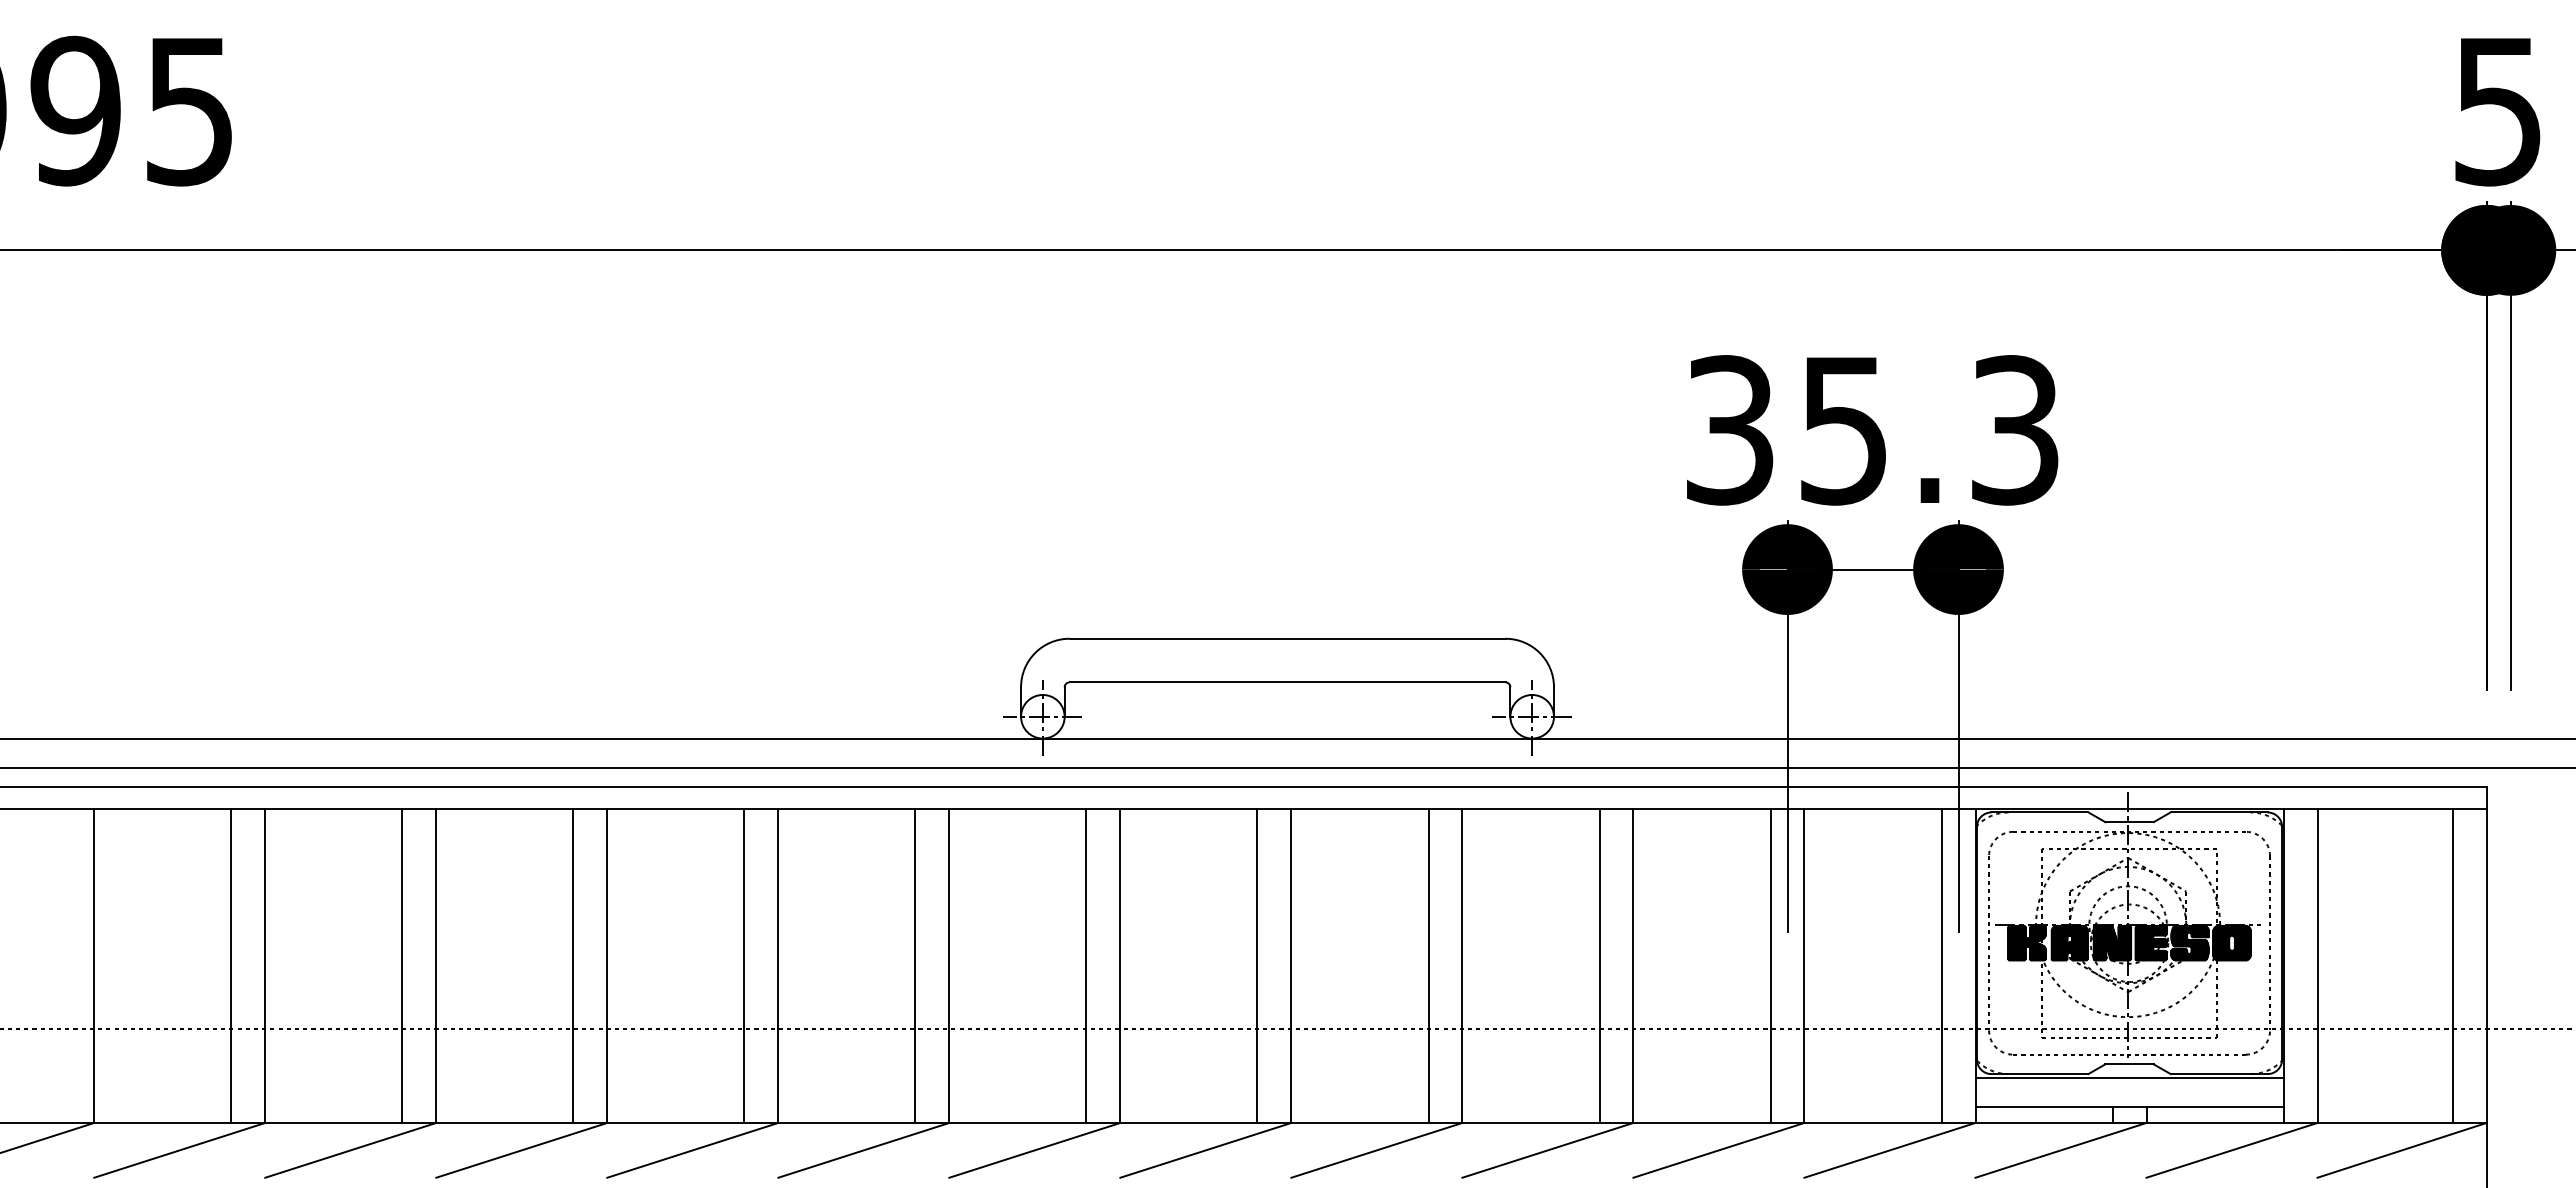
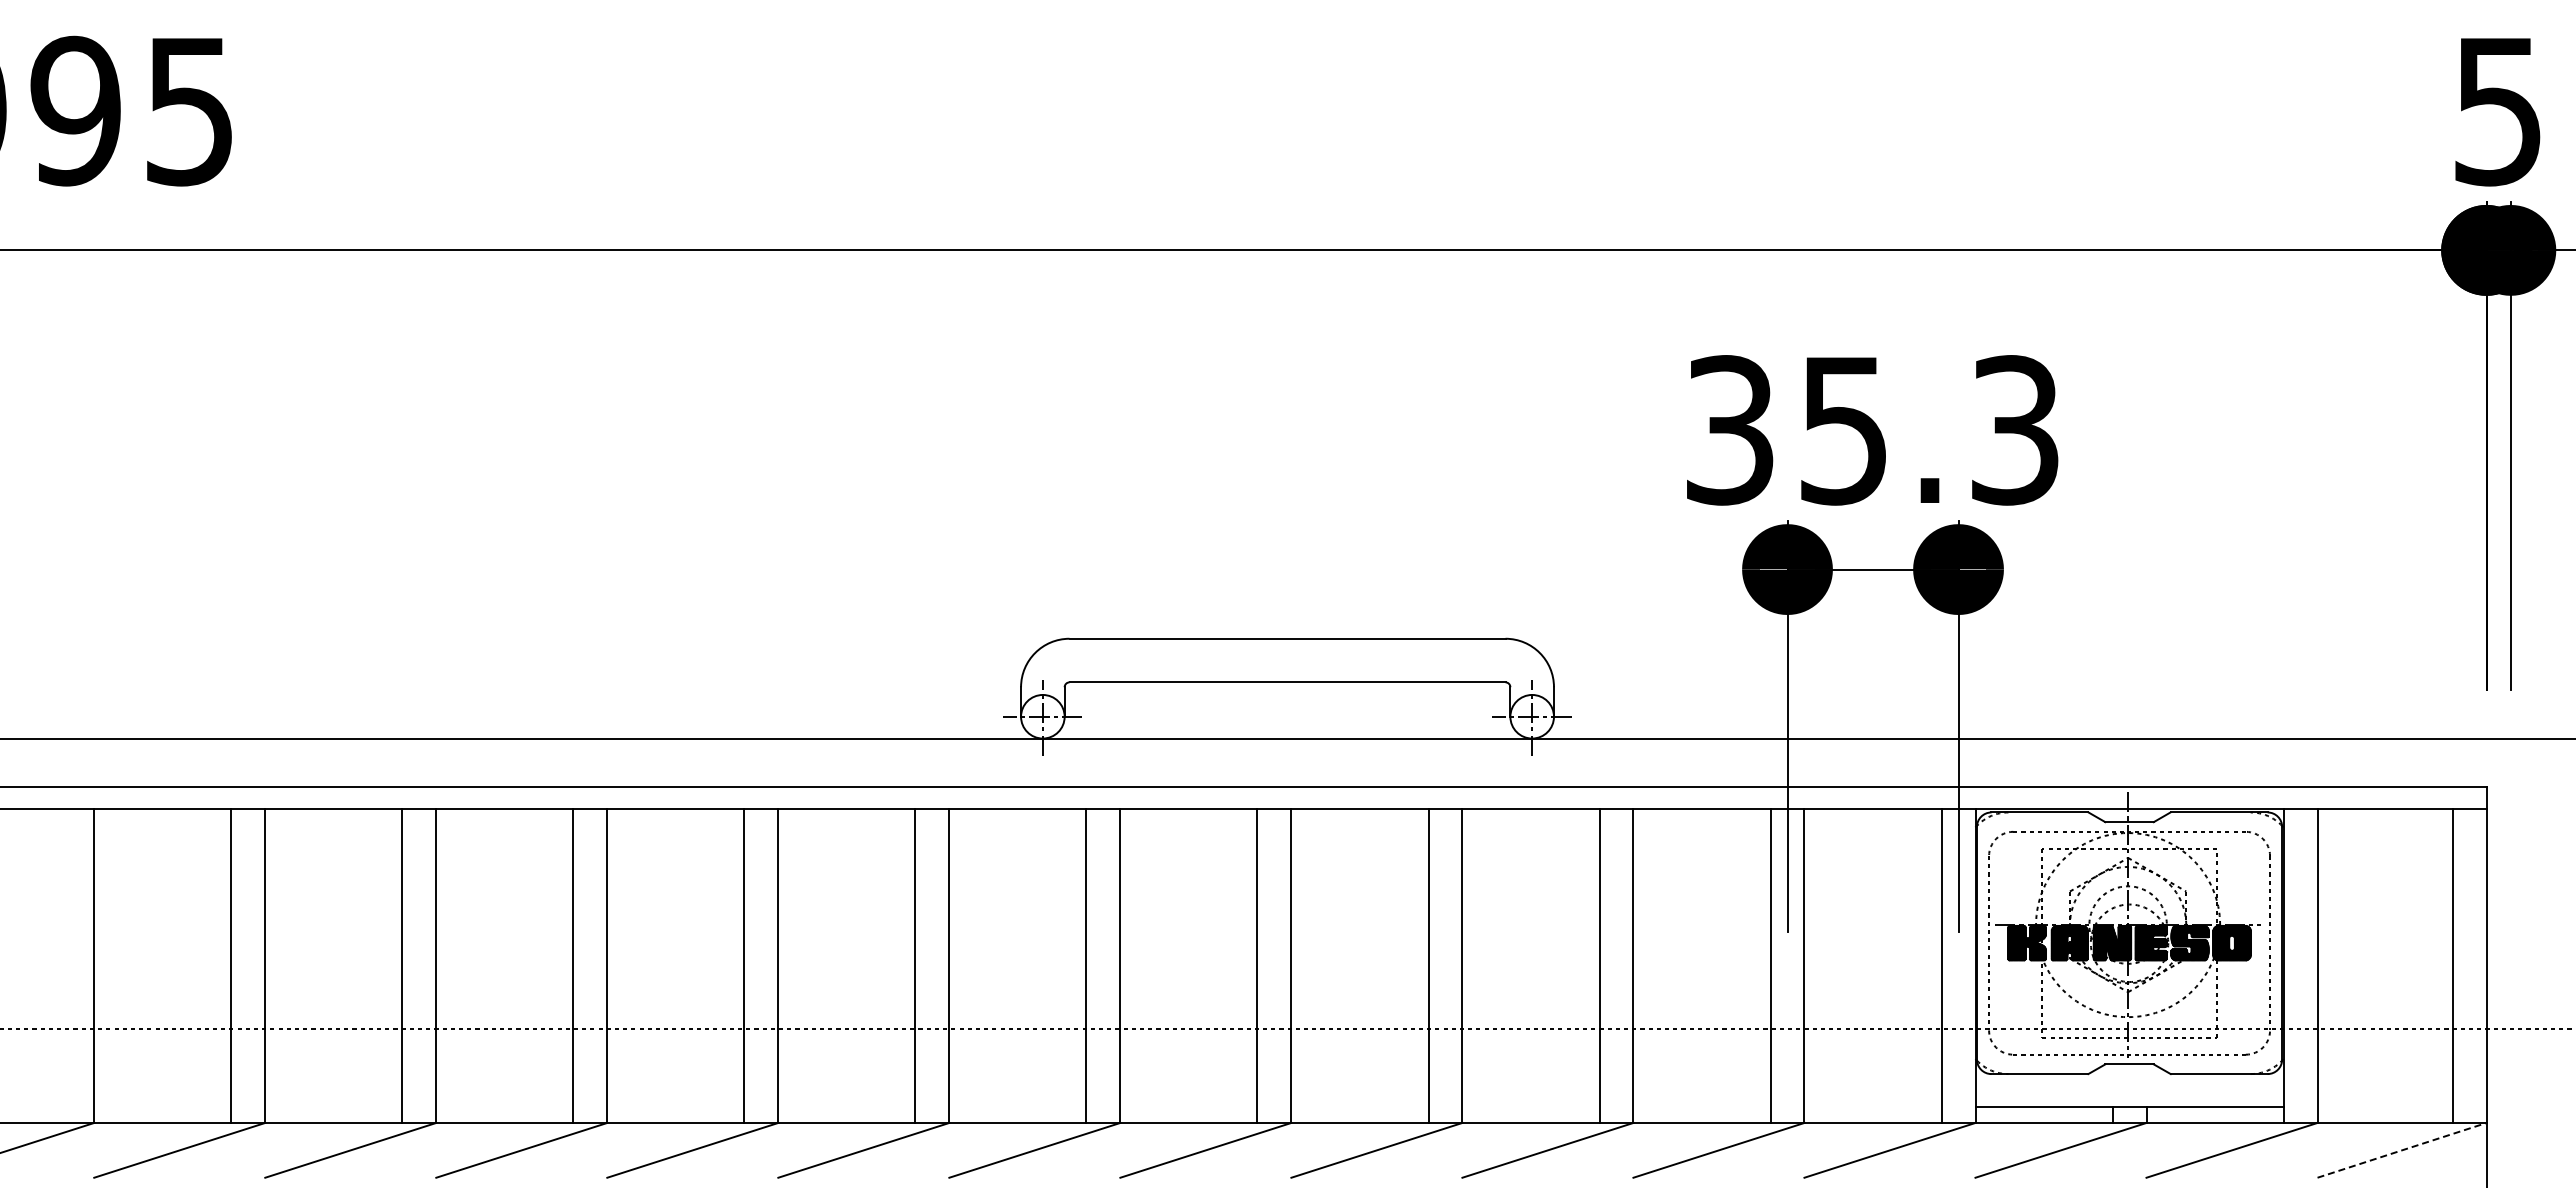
line at (1287, 767): present -> none
line at (2129, 1077): present -> none
line at (2402, 1150): solid -> dashed
